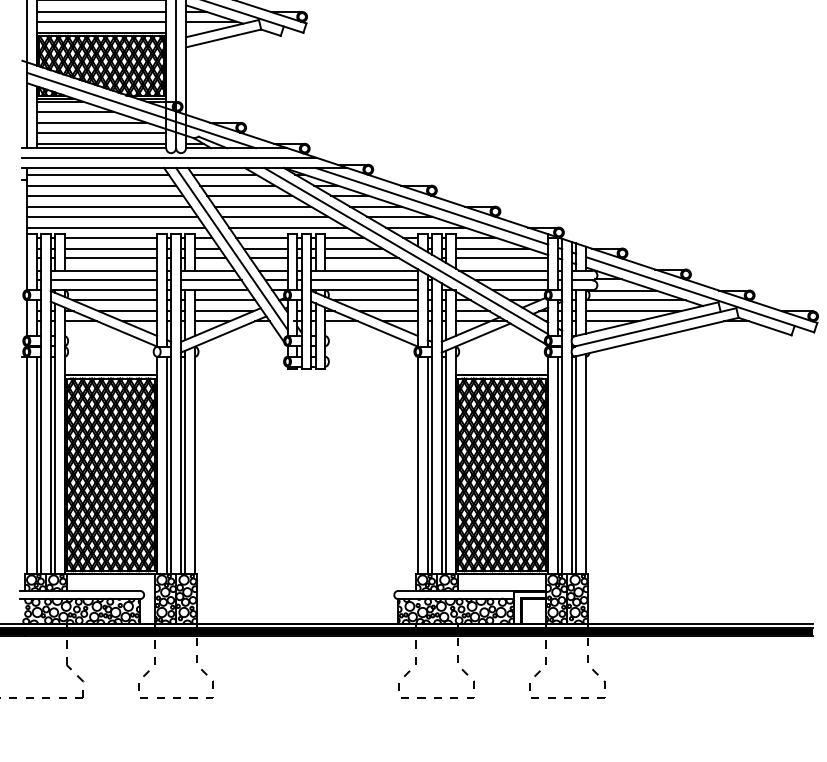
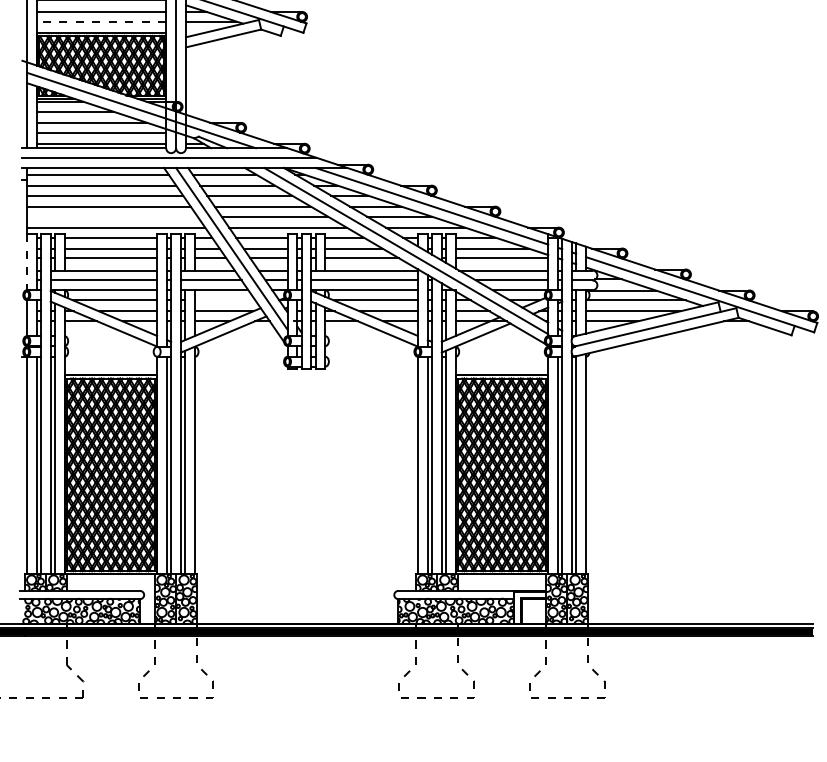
line at (101, 21): solid -> dashed
line at (112, 216): present -> none
line at (26, 262): solid -> dashed
line at (225, 300): present -> none
